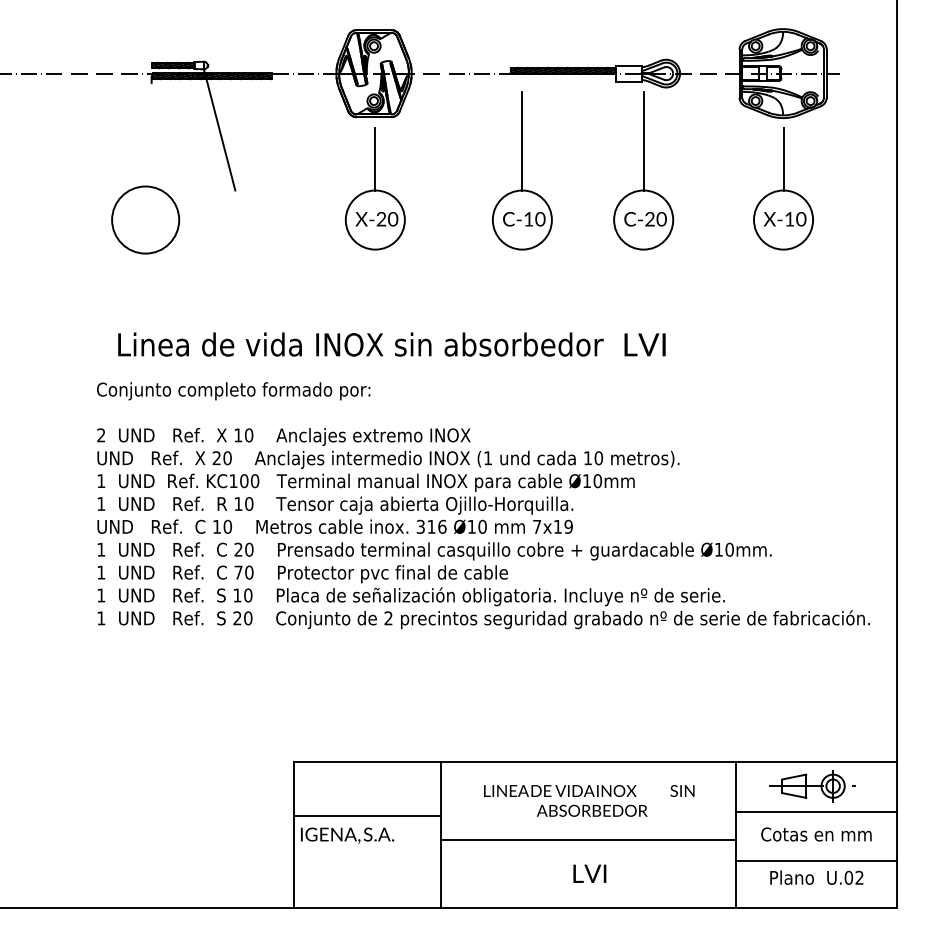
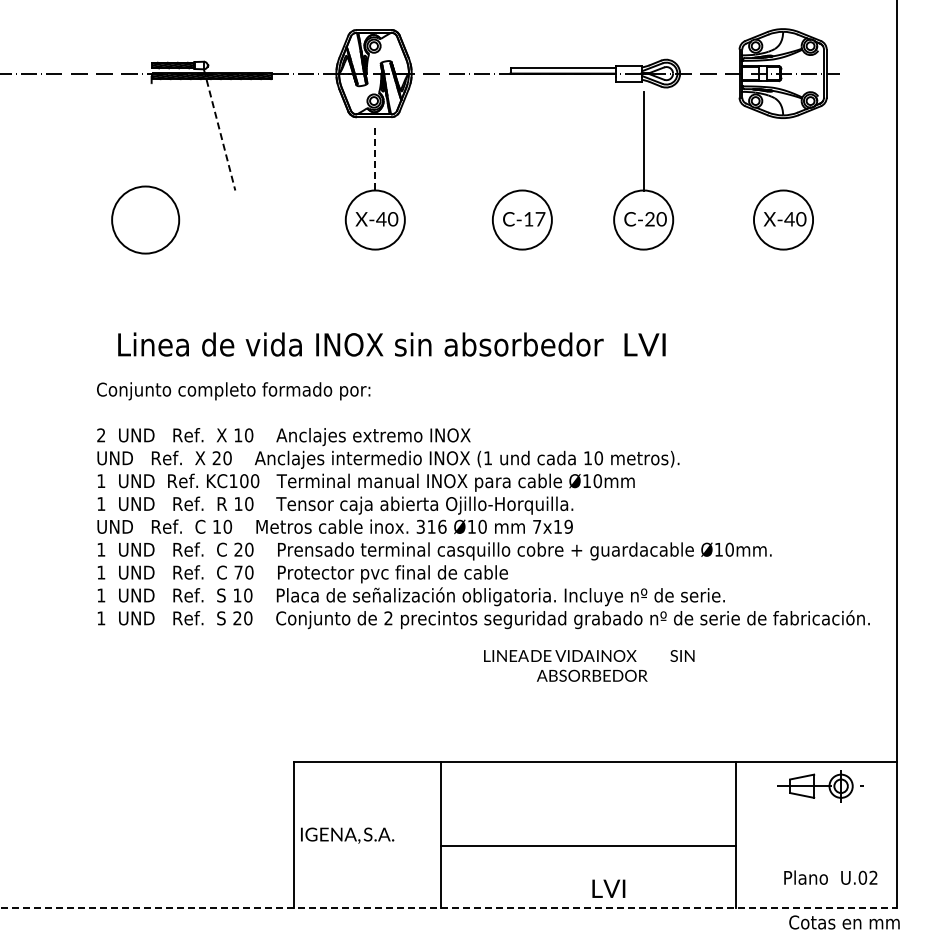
hatch at (562, 70): present -> none
line at (219, 129): solid -> dashed
line at (522, 141): present -> none
line at (375, 159): solid -> dashed
line at (783, 159): present -> none
text at (381, 219): X-20 -> X-40
text at (540, 219): C-10 -> C-17
text at (789, 219): X-10 -> X-40
part at (812, 786) position: (812, 786) -> (820, 786)
text at (589, 800) position: (589, 800) -> (589, 665)
line at (816, 811): present -> none
line at (367, 816): present -> none
text at (816, 834) position: (816, 834) -> (844, 922)
line at (588, 839) position: (588, 839) -> (588, 845)
line at (816, 860): present -> none
text at (589, 873) position: (589, 873) -> (608, 888)
text at (816, 877) position: (816, 877) -> (830, 877)
line at (449, 907): solid -> dashed
